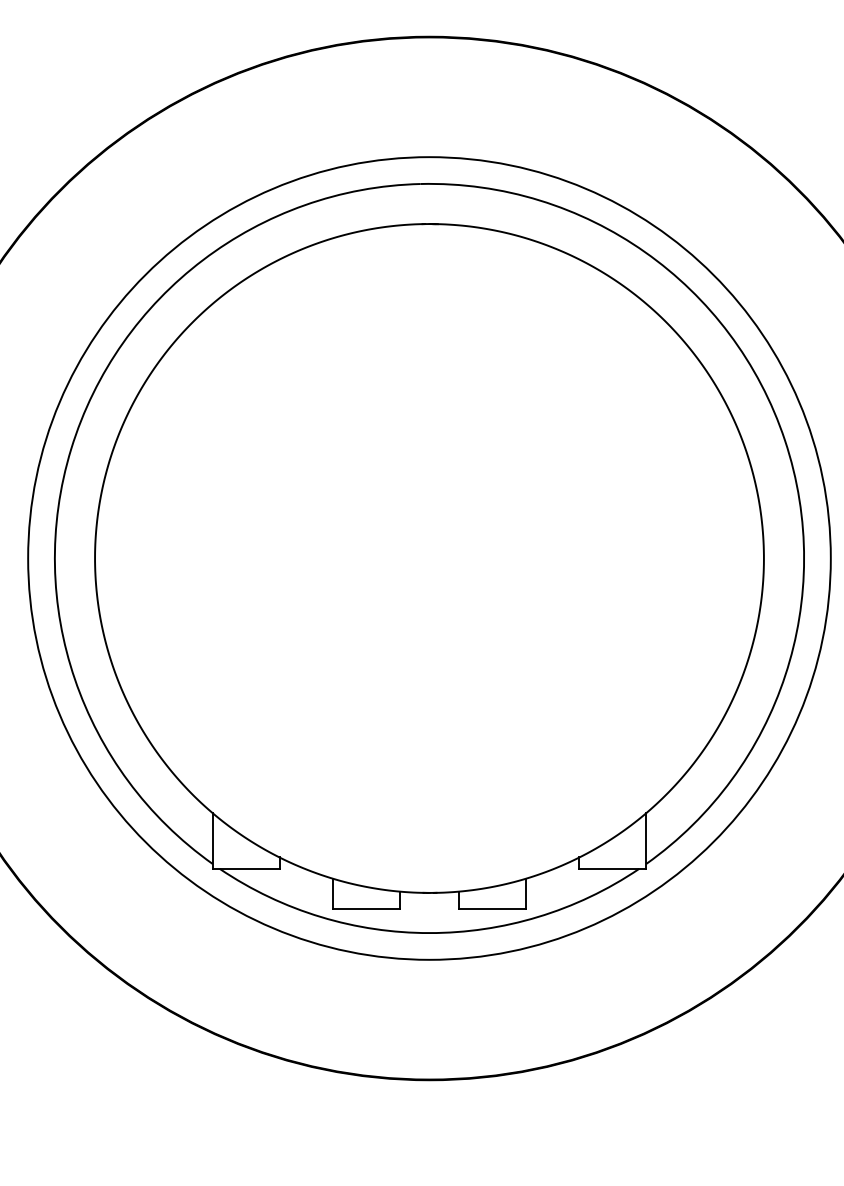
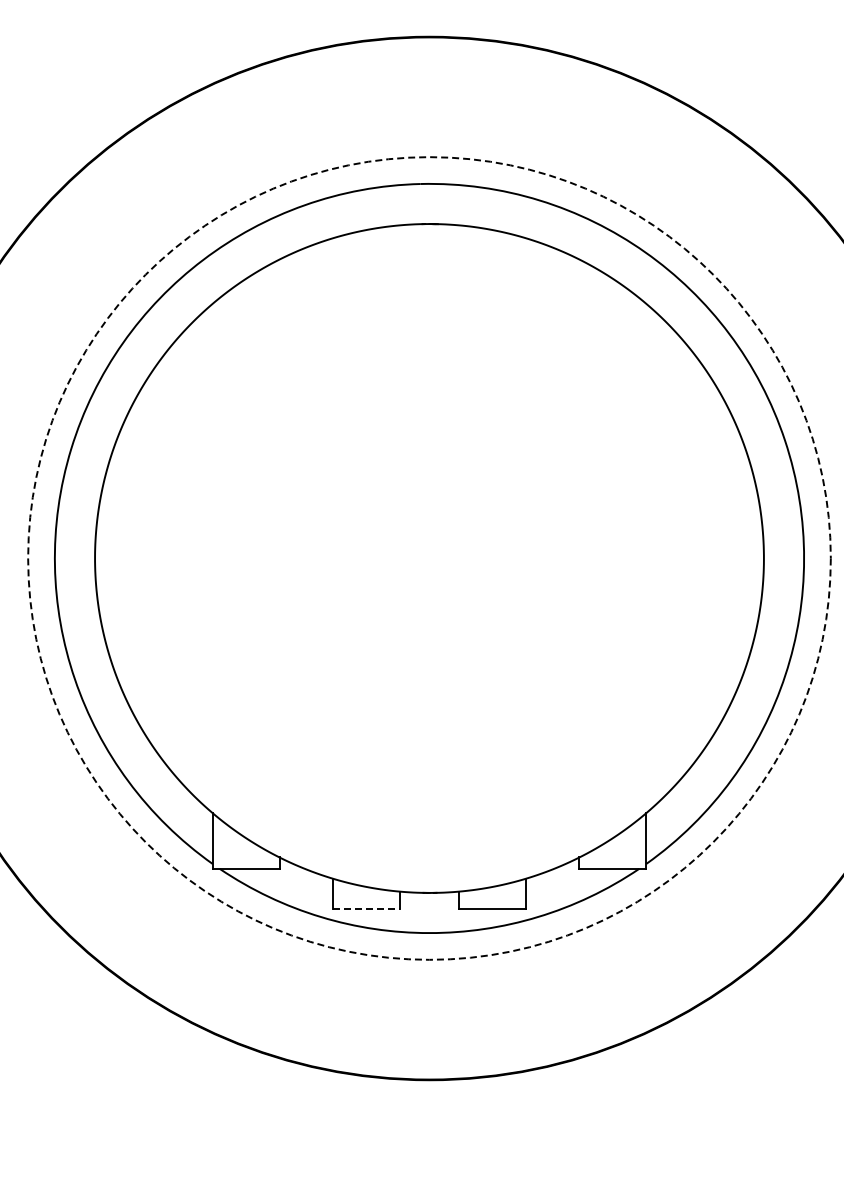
circle at (429, 558): solid -> dashed
line at (367, 909): solid -> dashed
